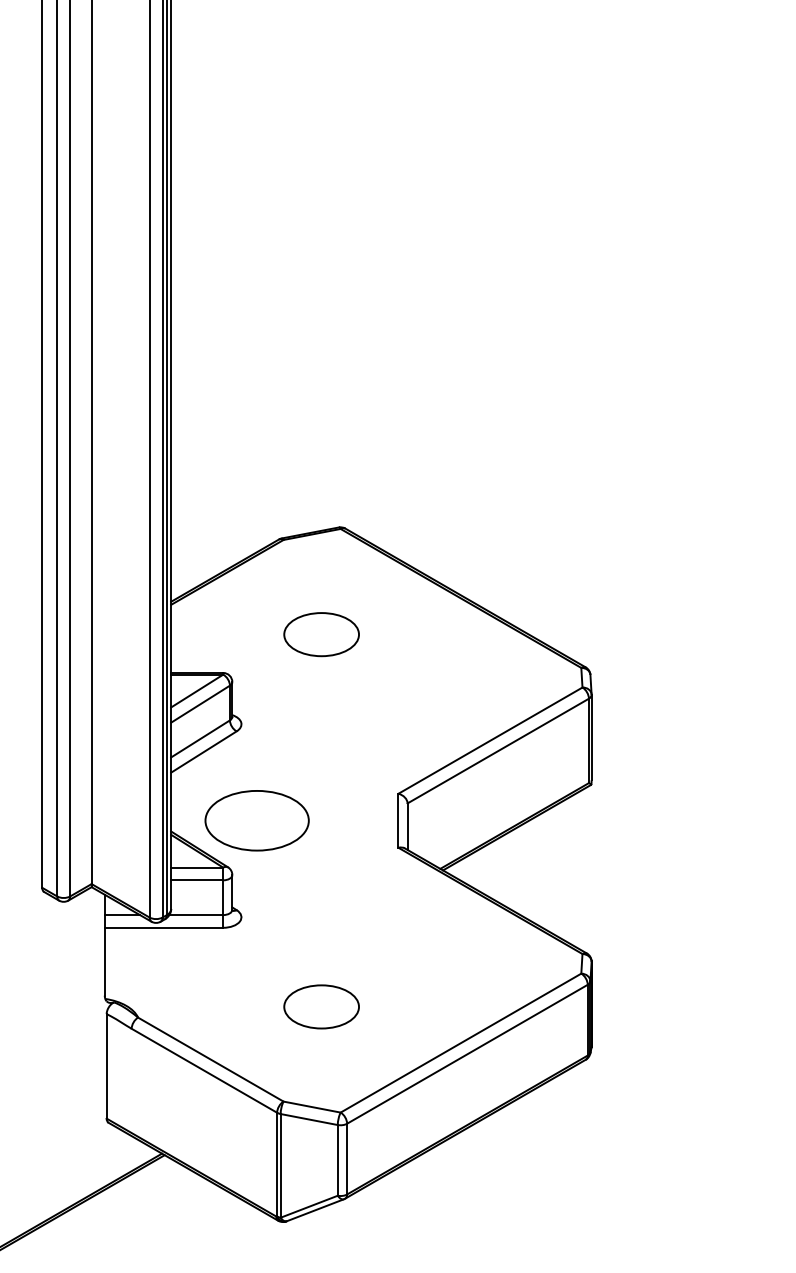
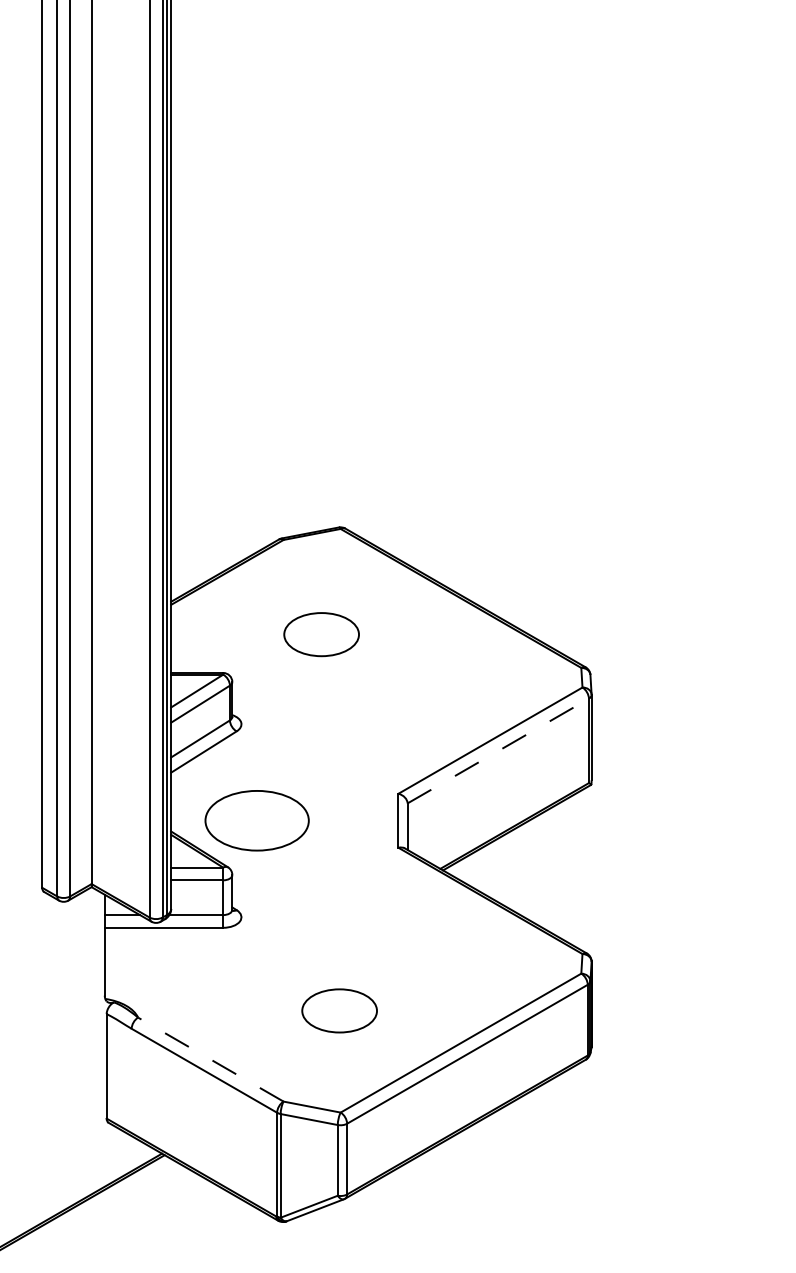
line at (498, 751): solid -> dashed
part at (321, 1006) position: (321, 1006) -> (339, 1010)
line at (210, 1059): solid -> dashed
